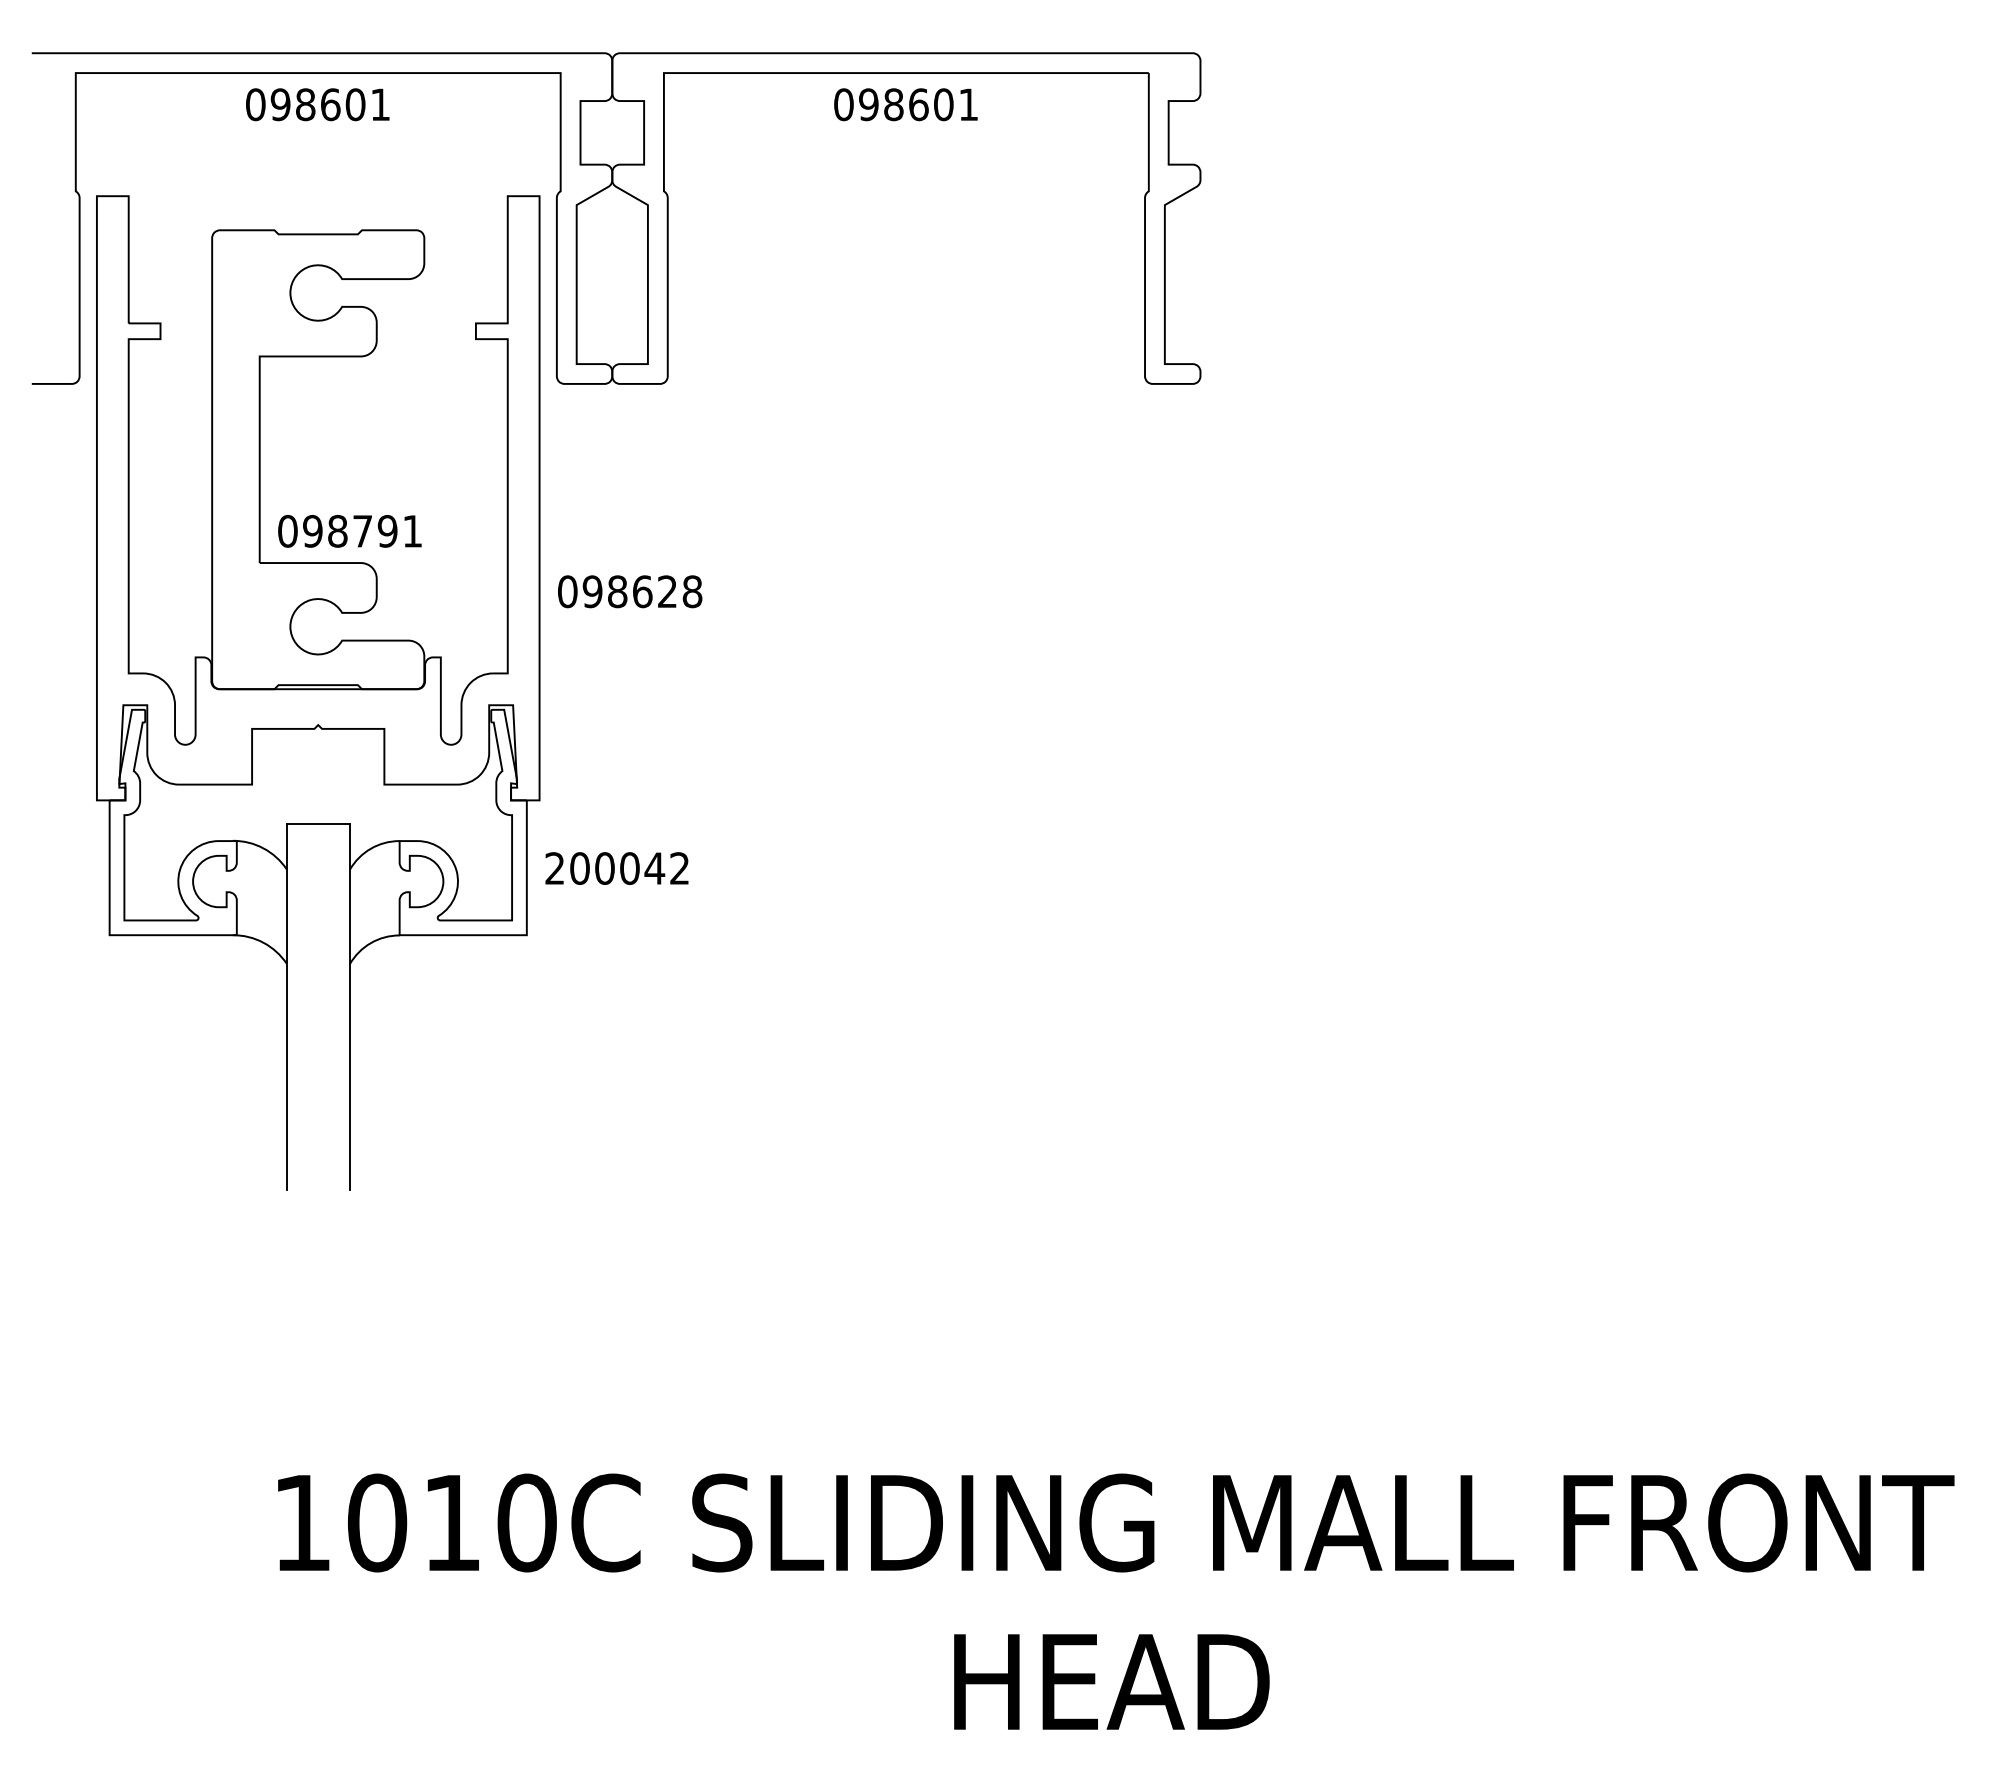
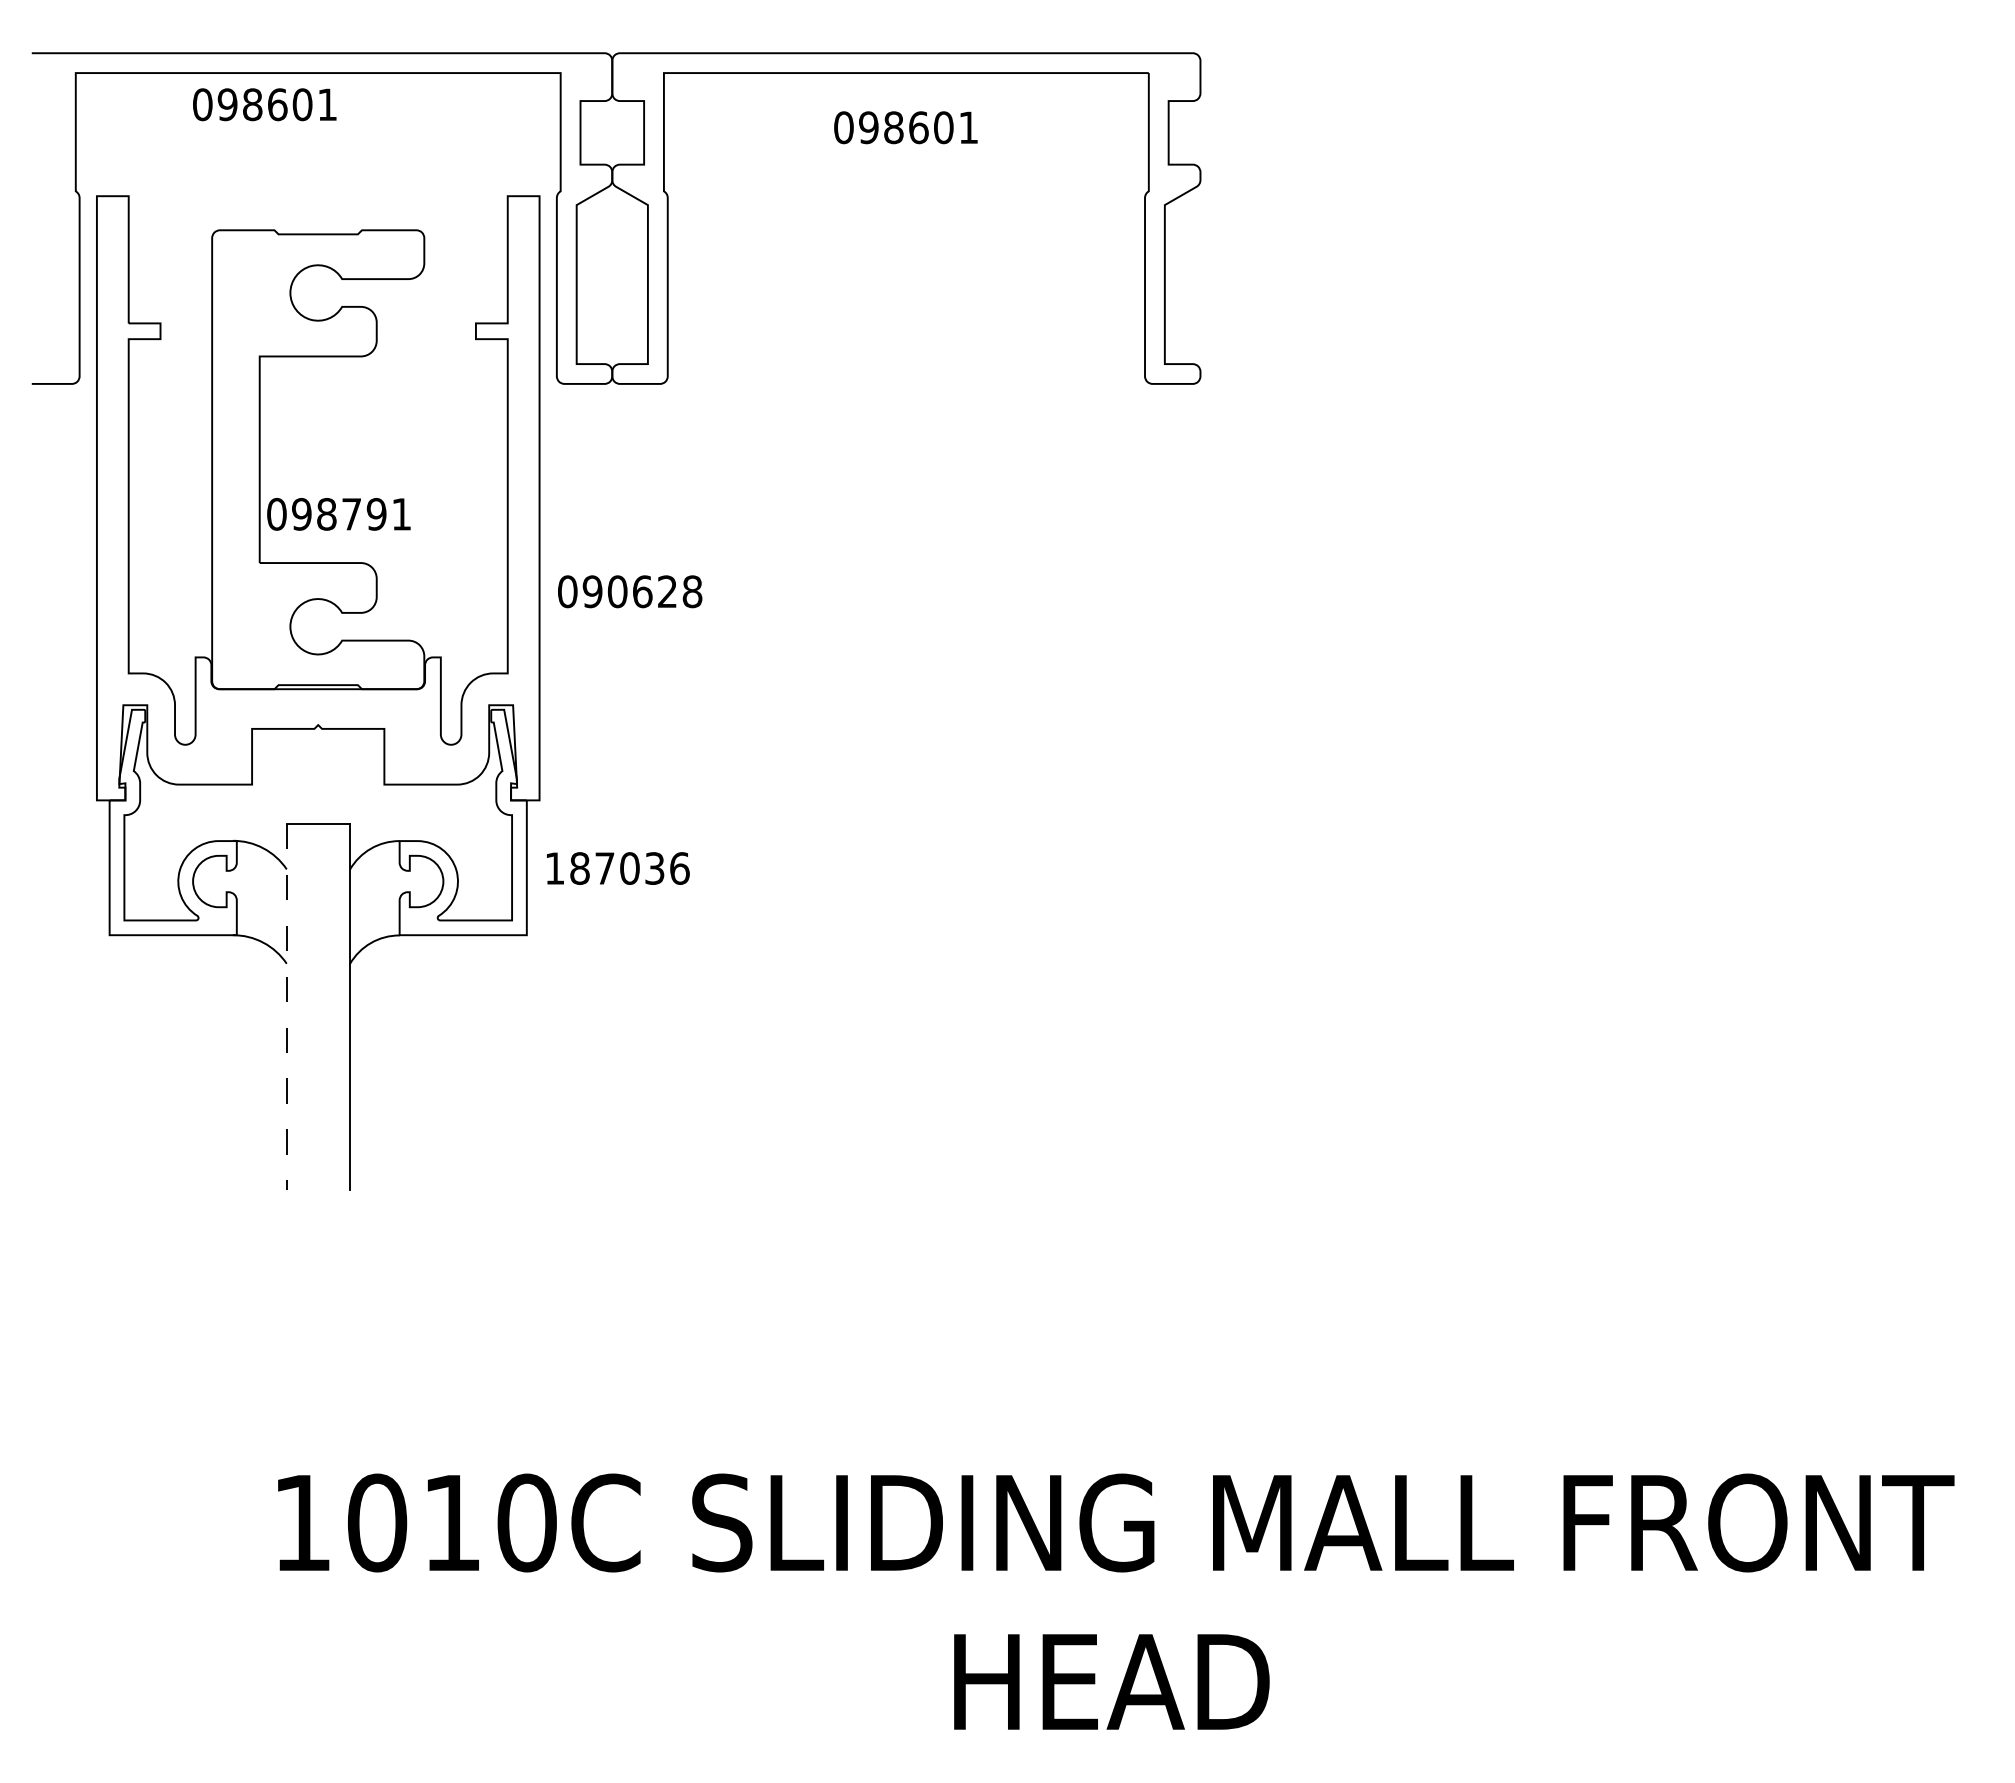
text at (317, 104) position: (317, 104) -> (264, 104)
text at (905, 104) position: (905, 104) -> (905, 127)
text at (349, 531) position: (349, 531) -> (338, 514)
text at (617, 591): 098628 -> 090628
text at (617, 868): 200042 -> 187036
line at (286, 1006): solid -> dashed
